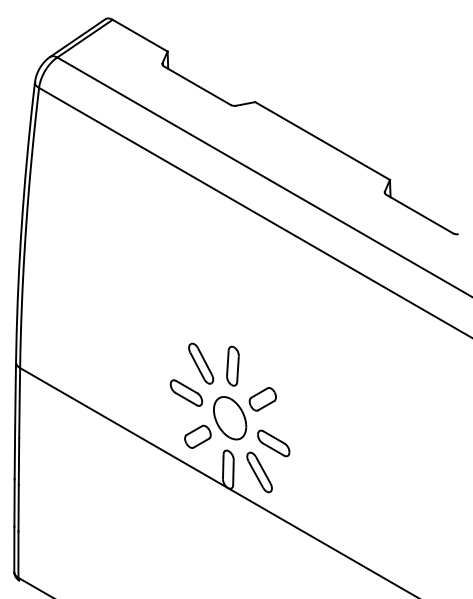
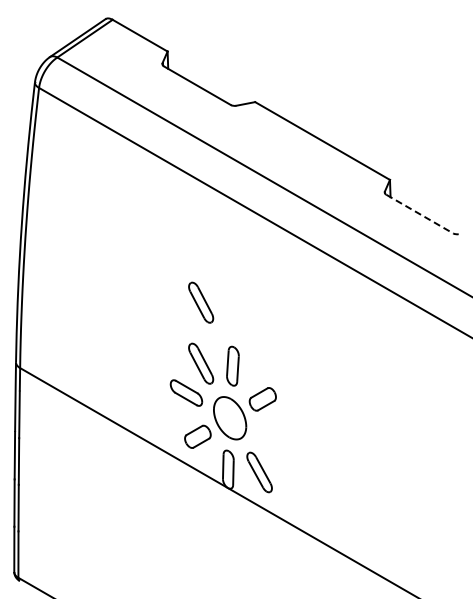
line at (419, 214): solid -> dashed
part at (201, 302): none -> present
part at (273, 443): present -> none
